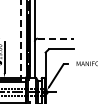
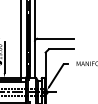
line at (56, 38): dashed -> solid
line at (20, 40): dashed -> solid
